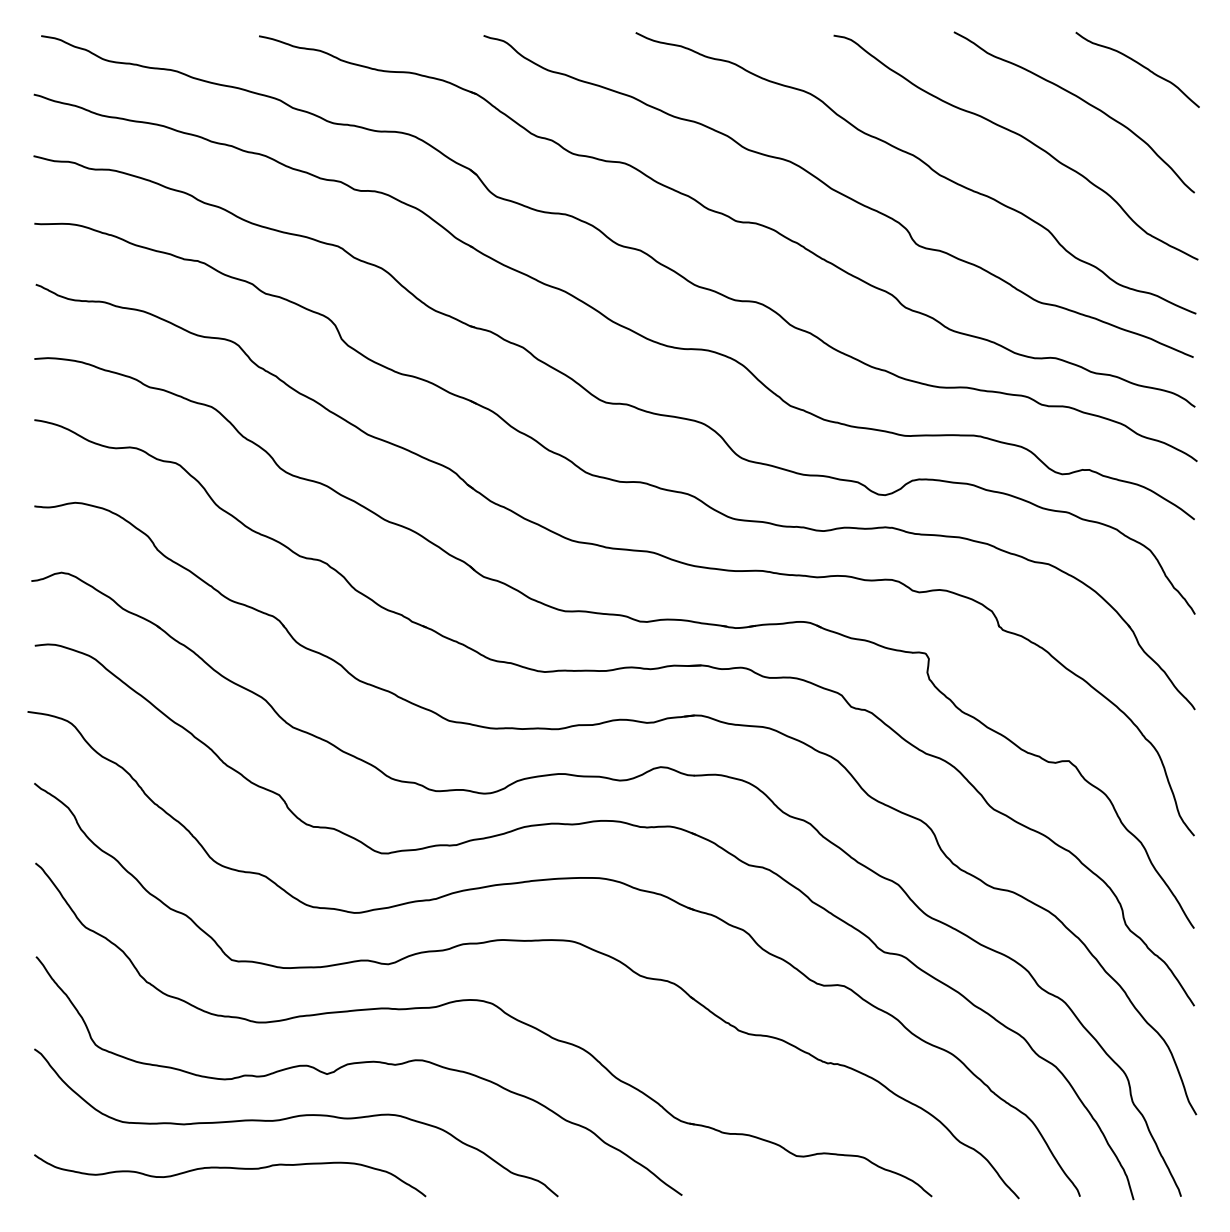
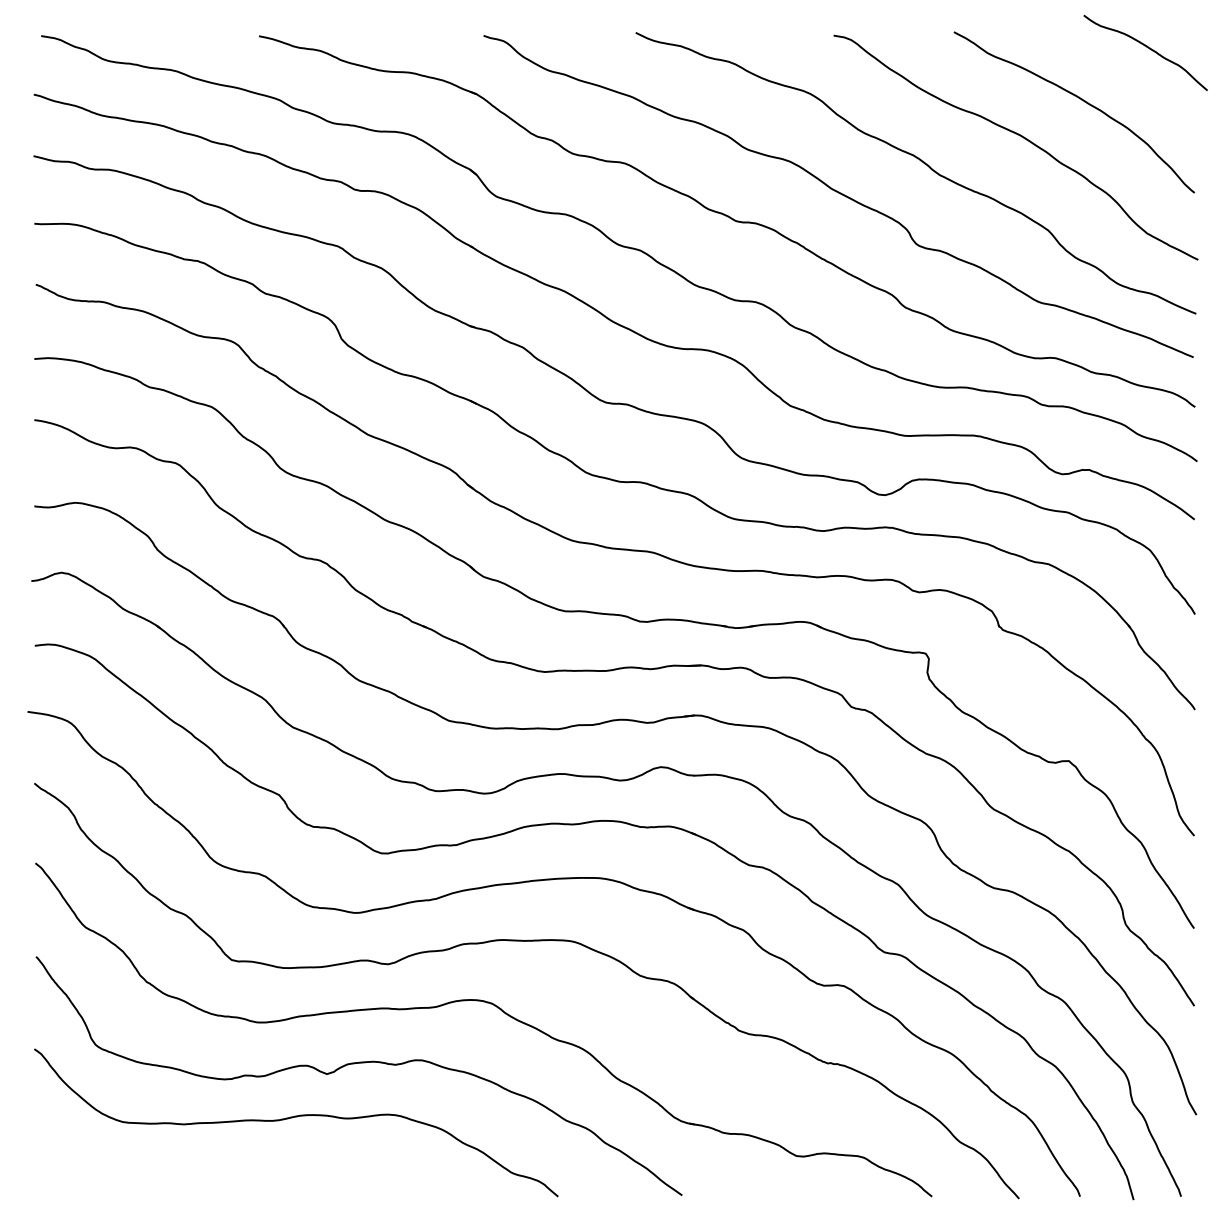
curve at (1139, 65) position: (1139, 65) -> (1147, 48)
curve at (230, 1168): present -> none
